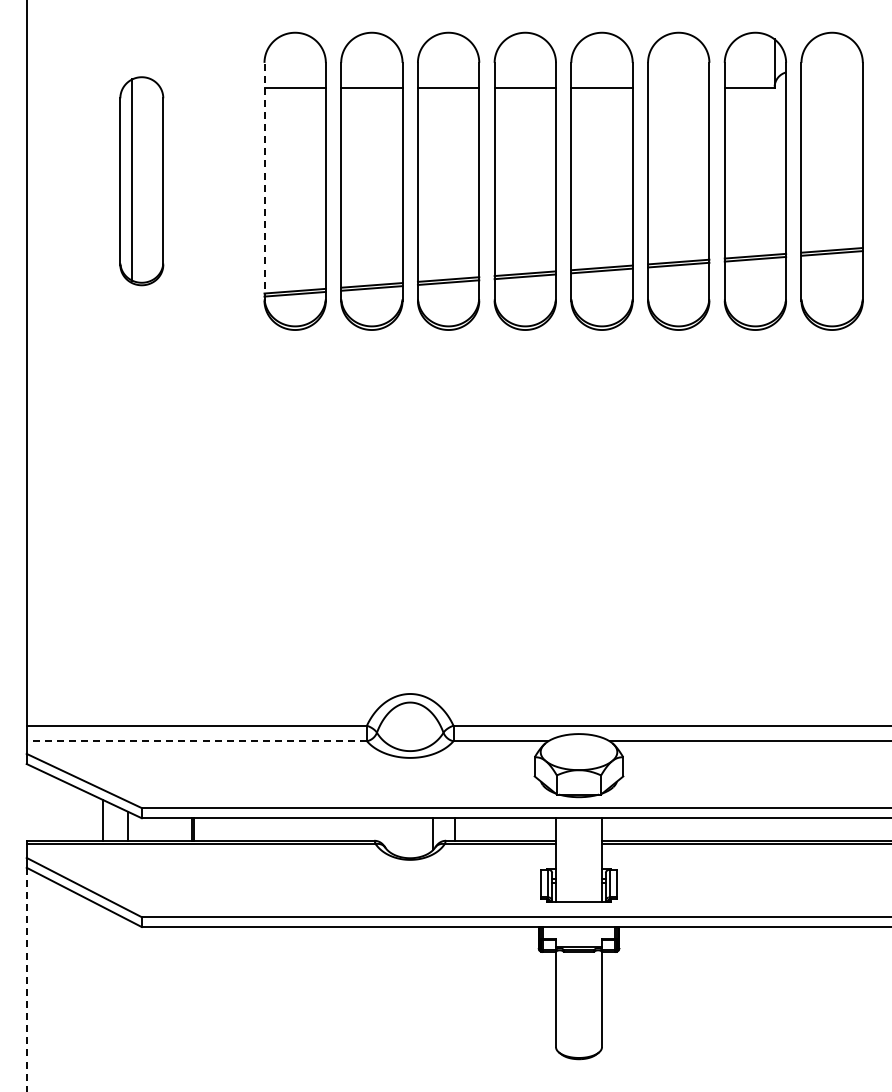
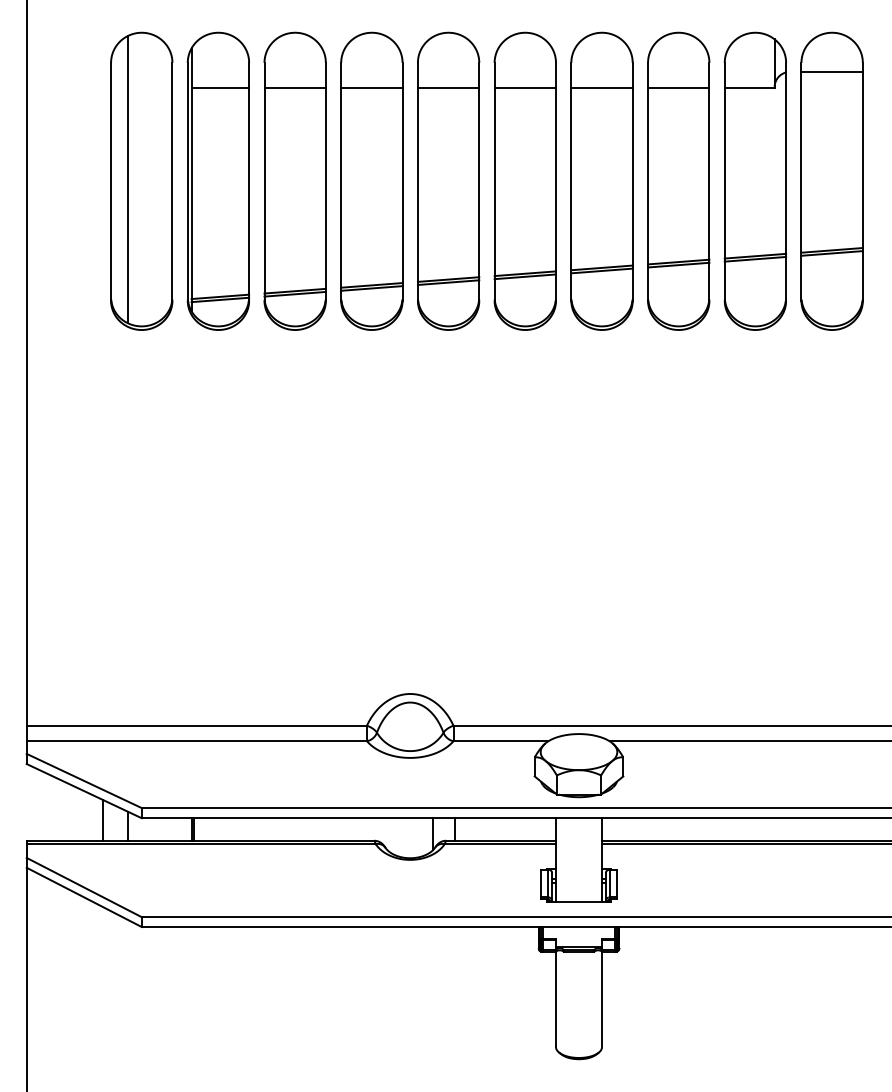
line at (831, 71): none -> present
line at (678, 88): none -> present
part at (217, 180): none -> present
part at (141, 181) size: 46x211 px -> 64x300 px
line at (264, 181): dashed -> solid
line at (196, 741): dashed -> solid
line at (26, 979): dashed -> solid
